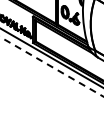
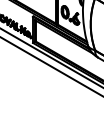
line at (52, 67): dashed -> solid
